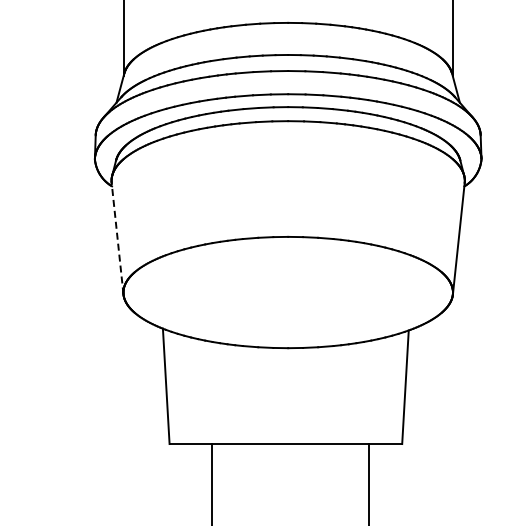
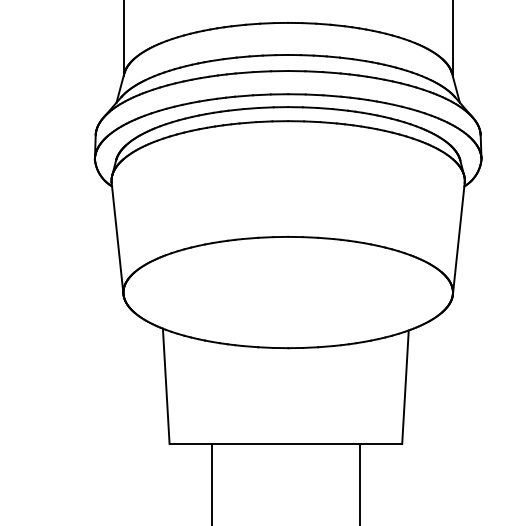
line at (117, 238): dashed -> solid
line at (369, 483) position: (369, 483) -> (360, 483)
